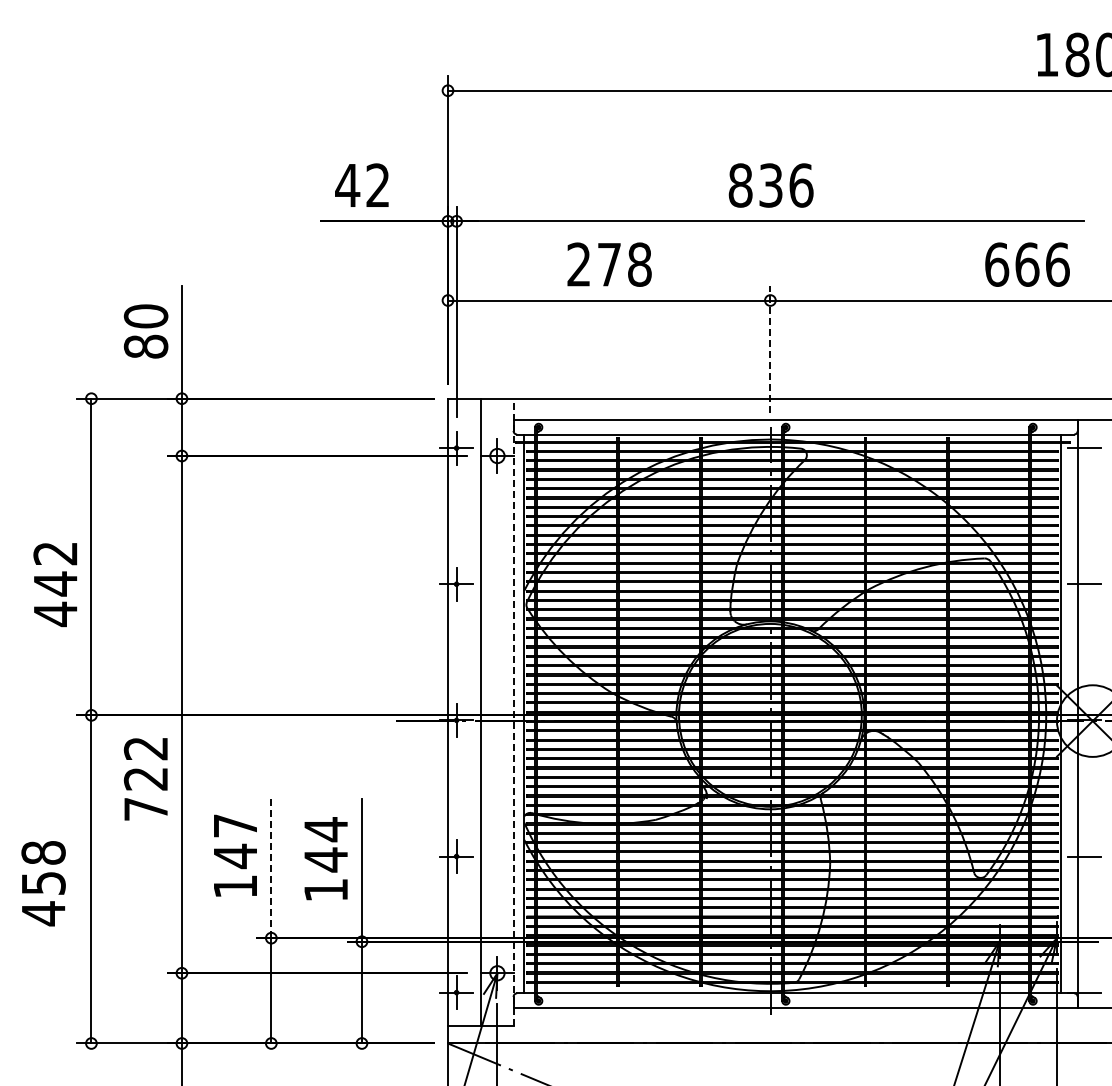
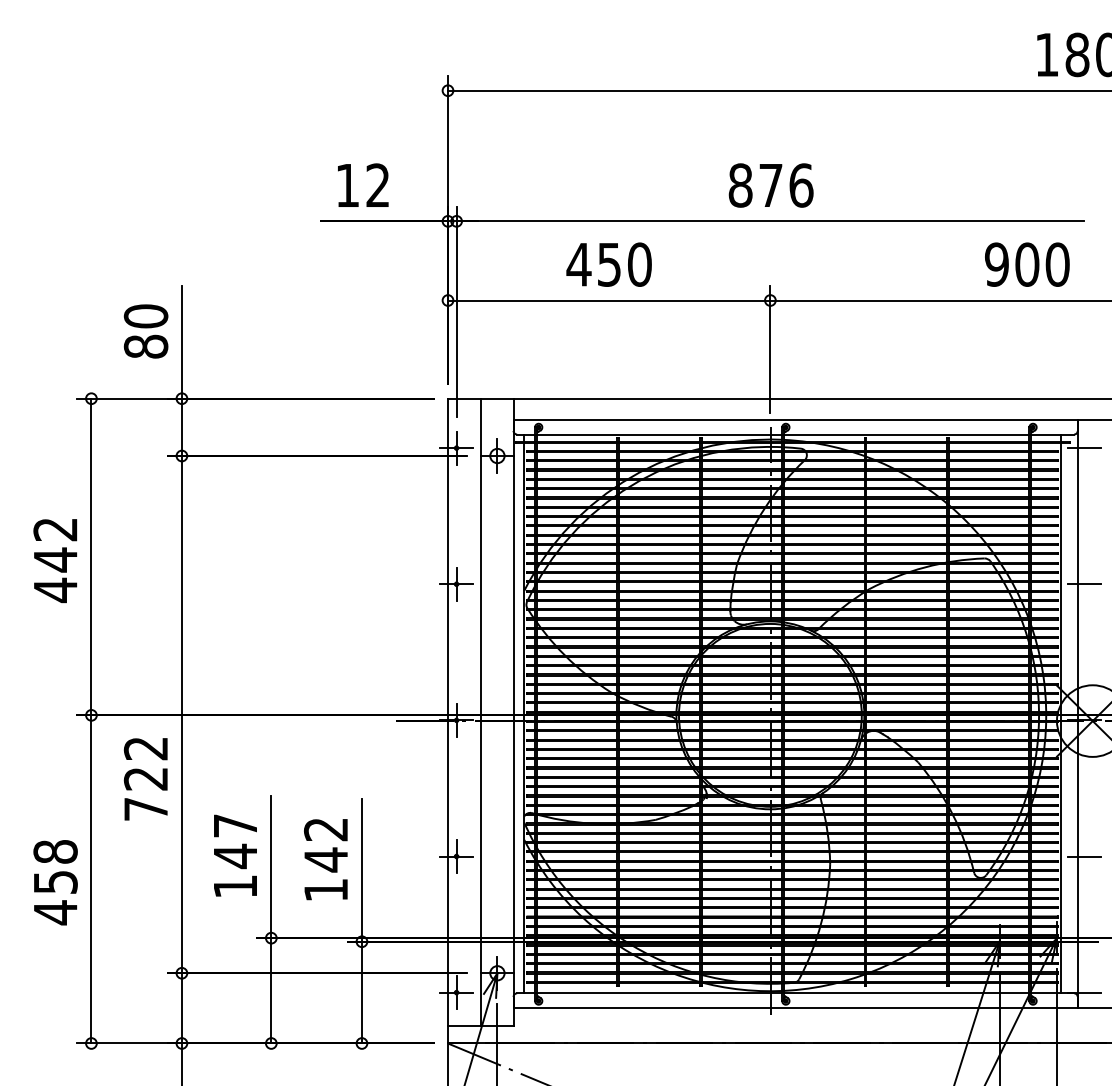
text at (347, 185): 42 -> 12
text at (770, 185): 836 -> 876
text at (608, 264): 278 -> 450
text at (1027, 264): 666 -> 900
line at (770, 349): dashed -> solid
text at (55, 585) position: (55, 585) -> (55, 561)
line at (513, 711): dashed -> solid
text at (325, 829): 144 -> 142
line at (271, 866): dashed -> solid
text at (43, 883) position: (43, 883) -> (55, 882)
